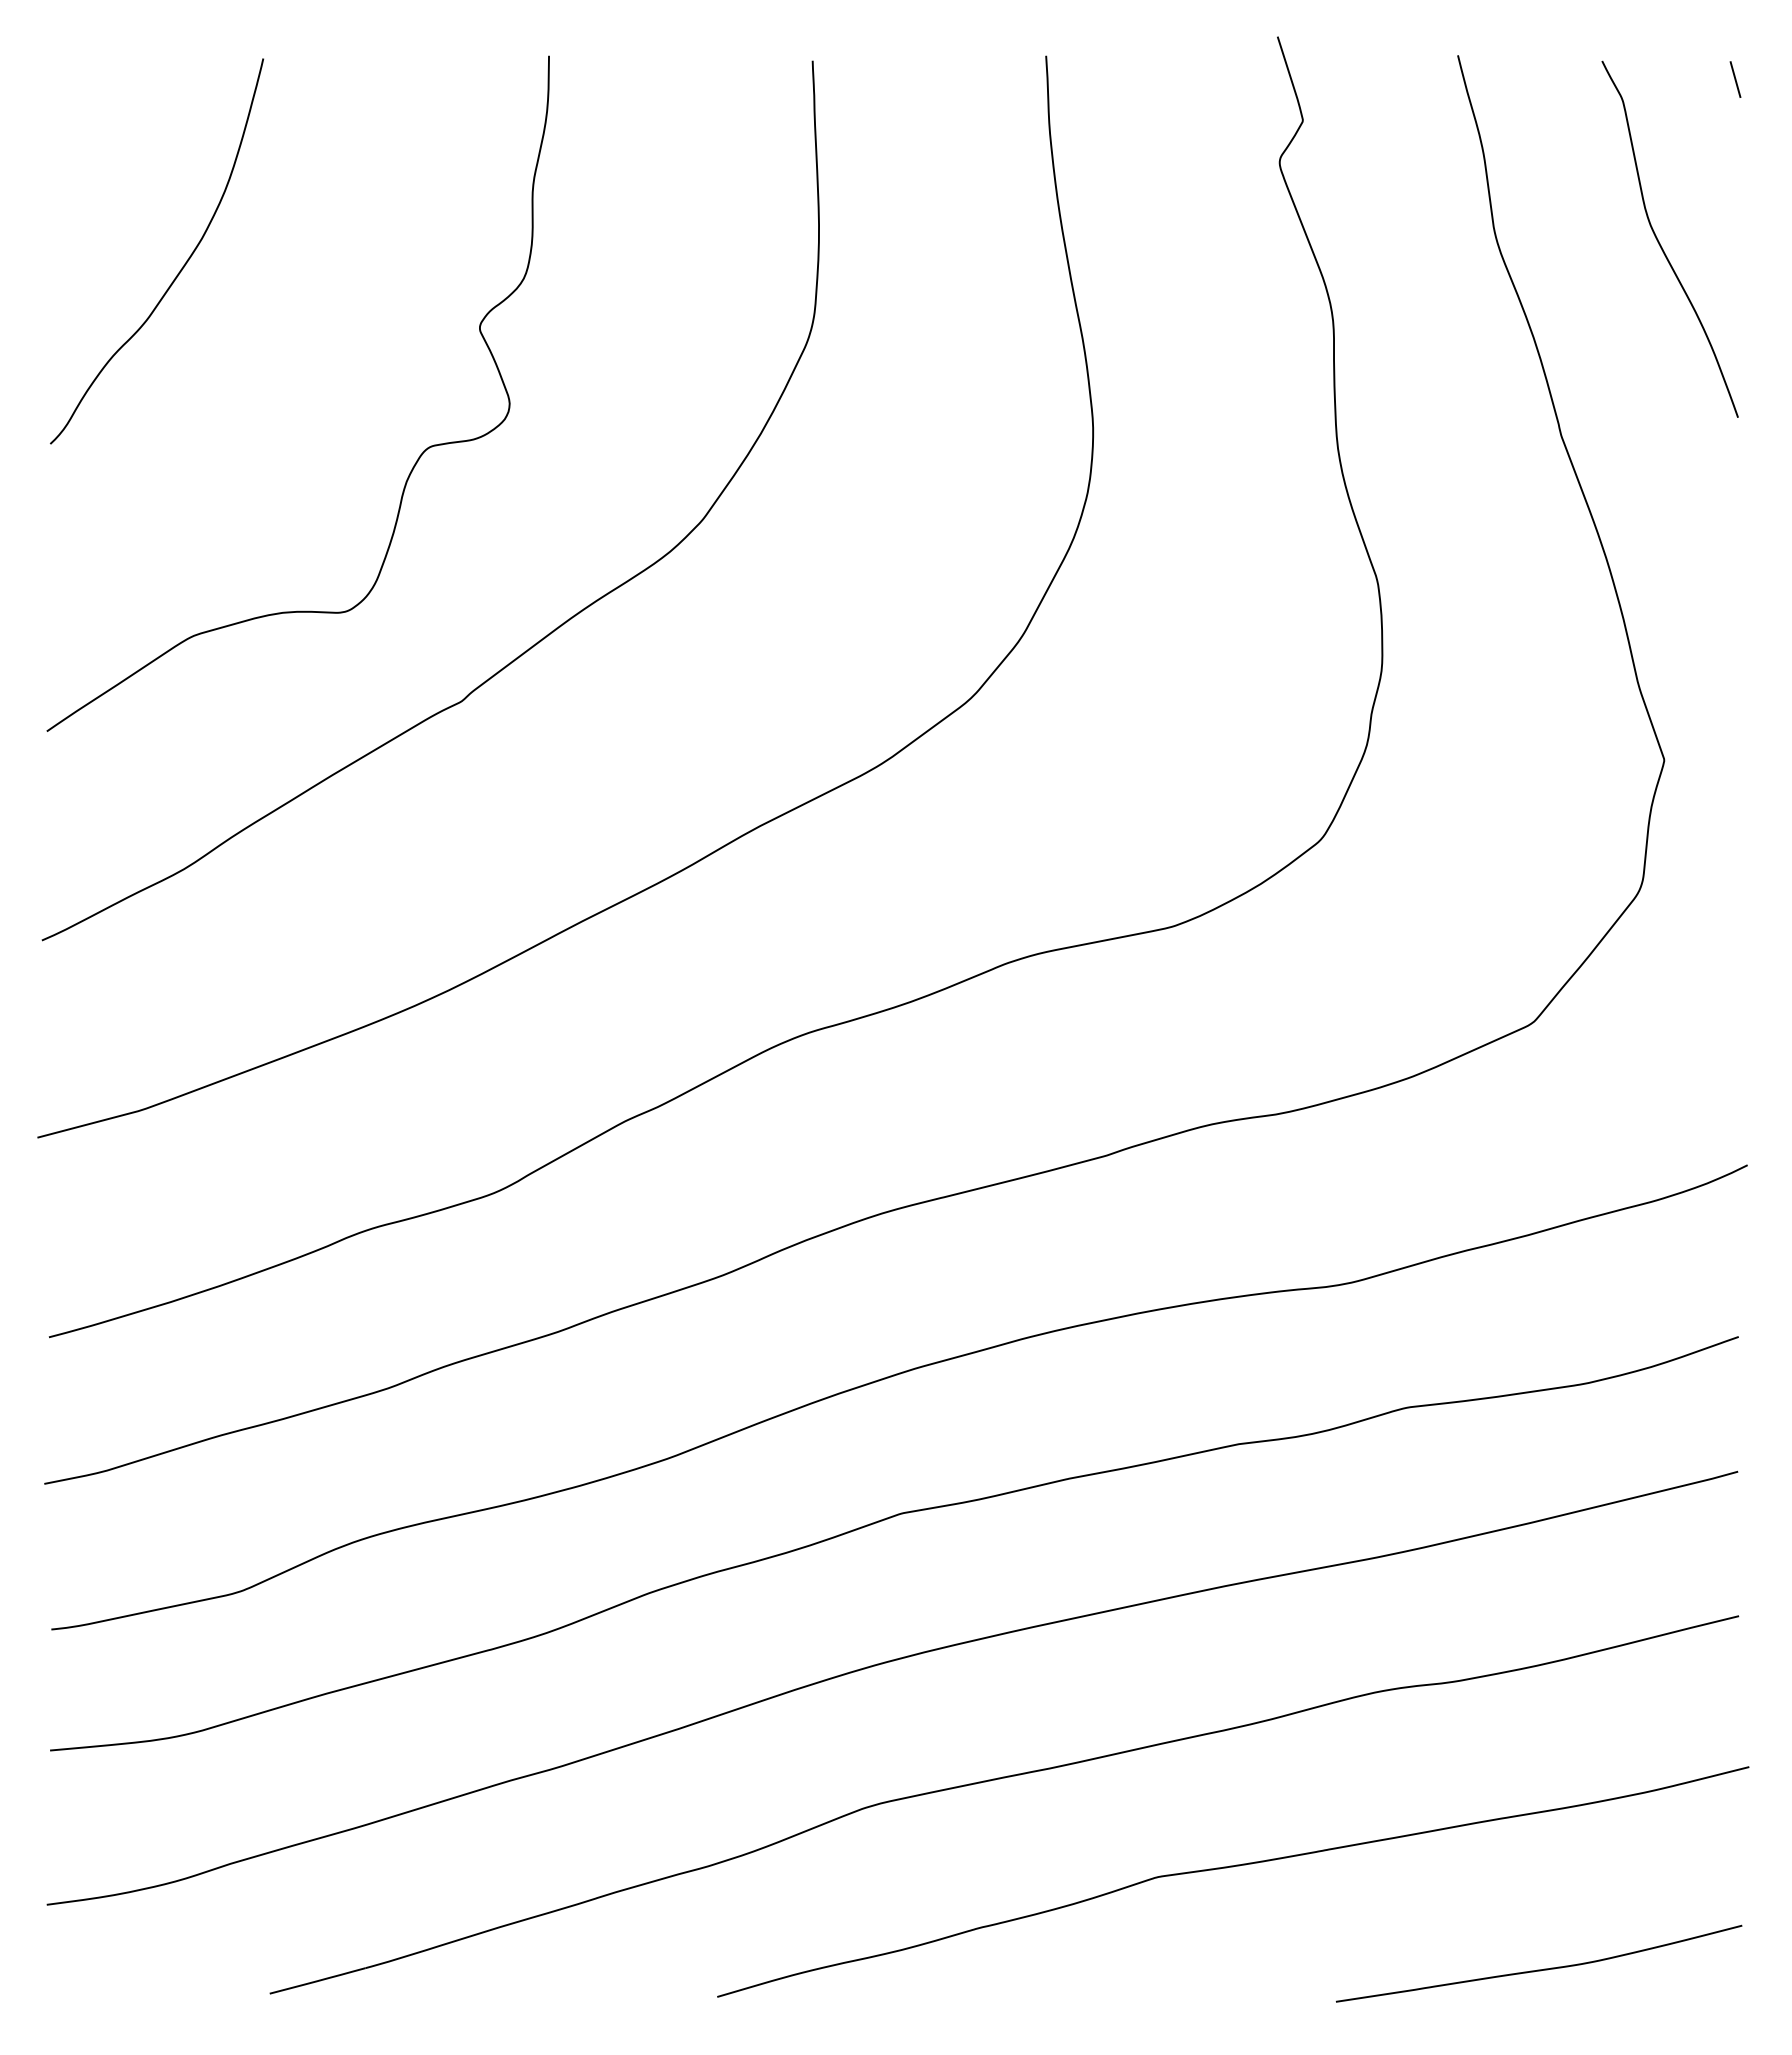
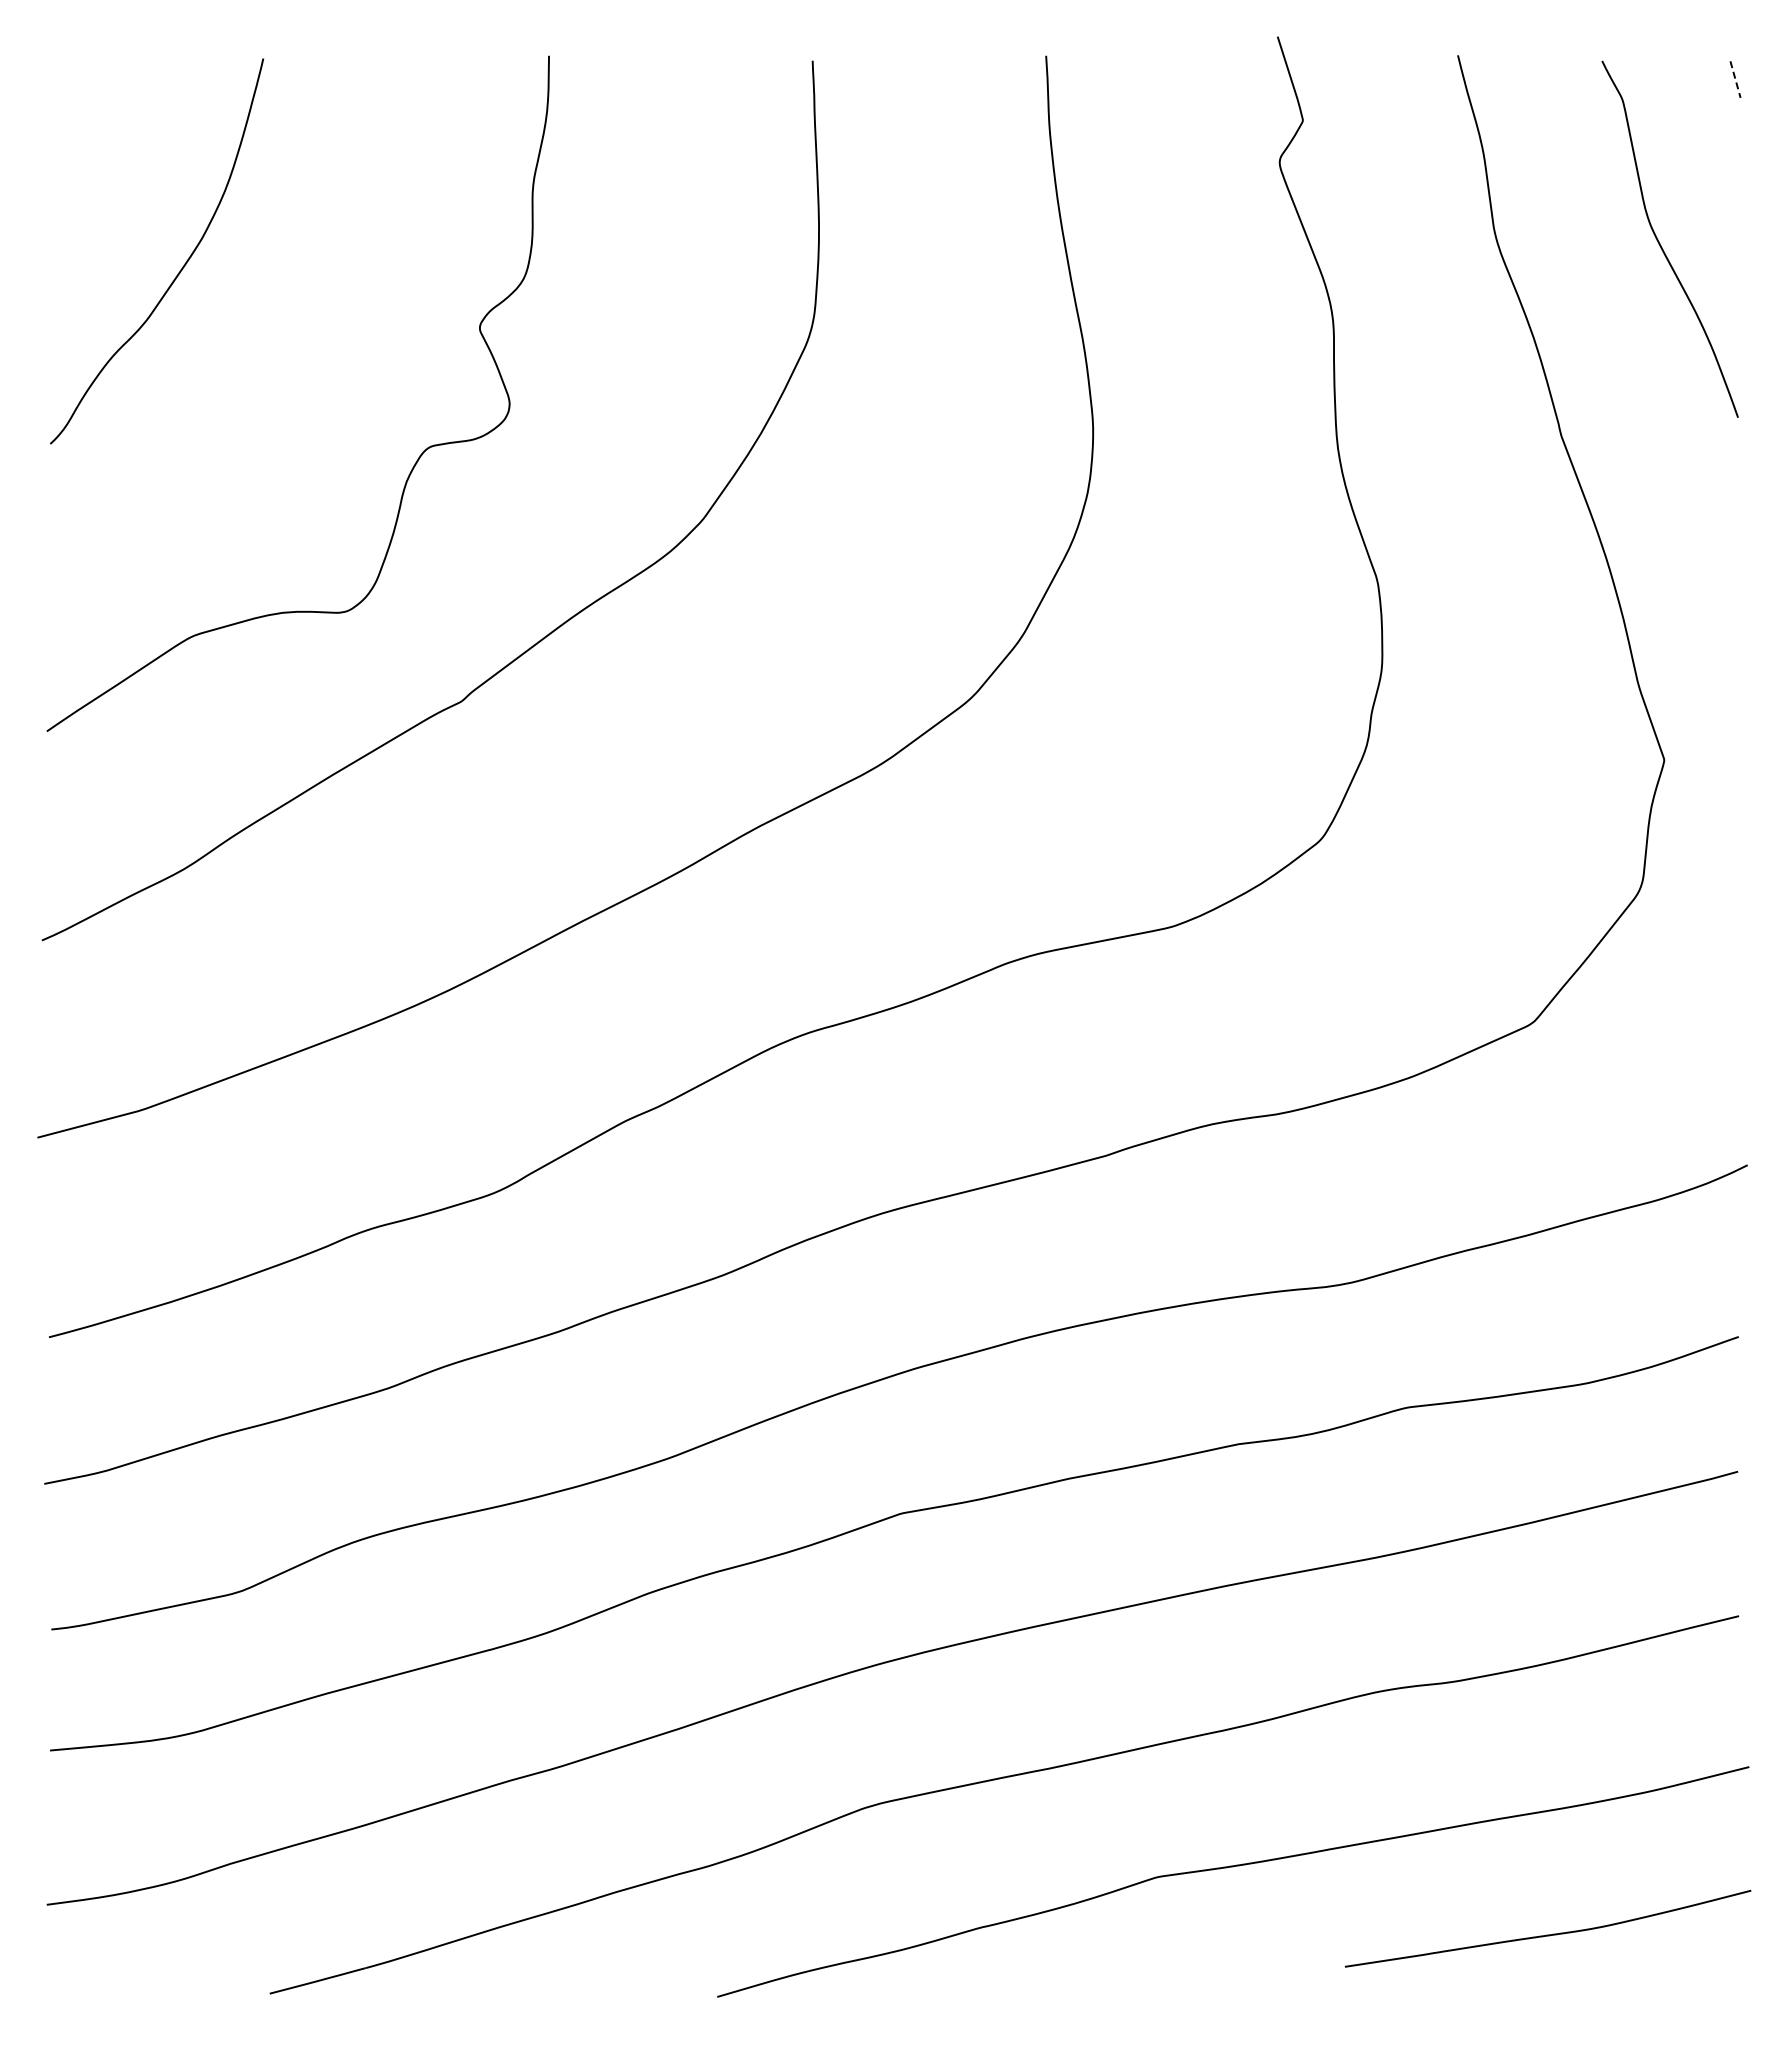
line at (1735, 79): solid -> dashed
curve at (1539, 1969) position: (1539, 1969) -> (1548, 1934)
